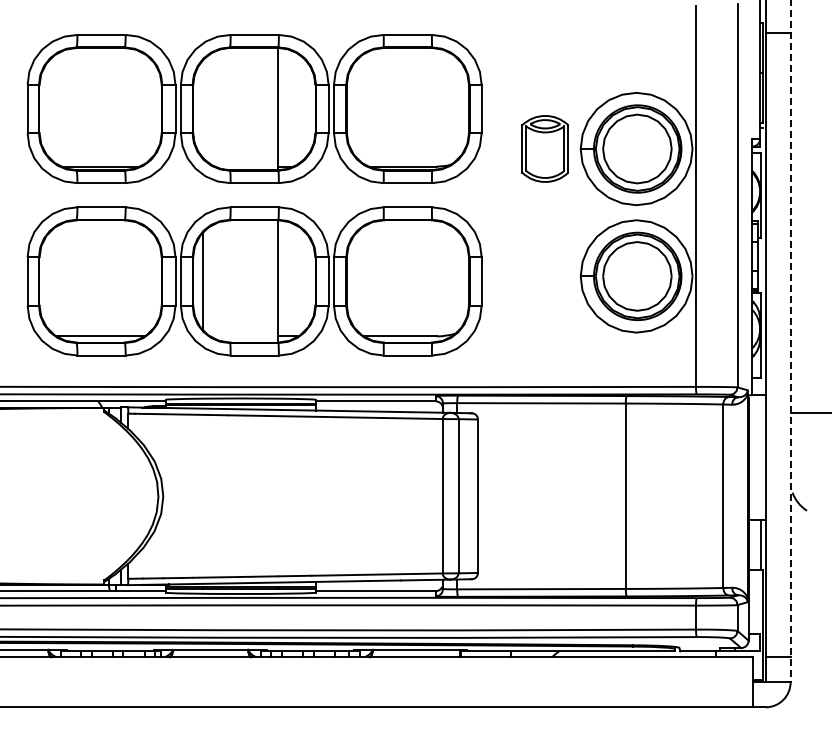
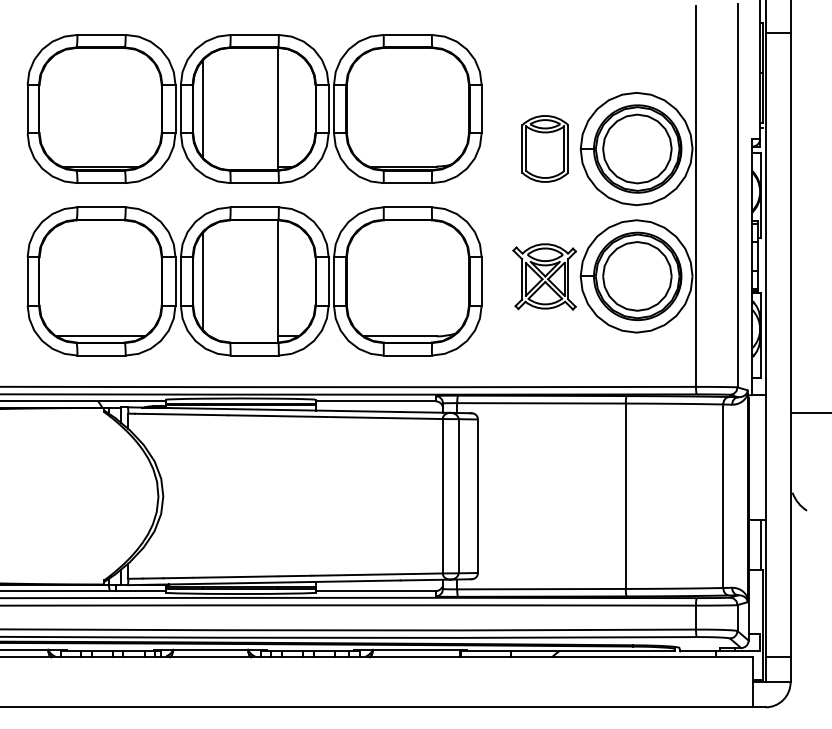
line at (203, 109): none -> present
part at (544, 276): none -> present
line at (790, 341): dashed -> solid
